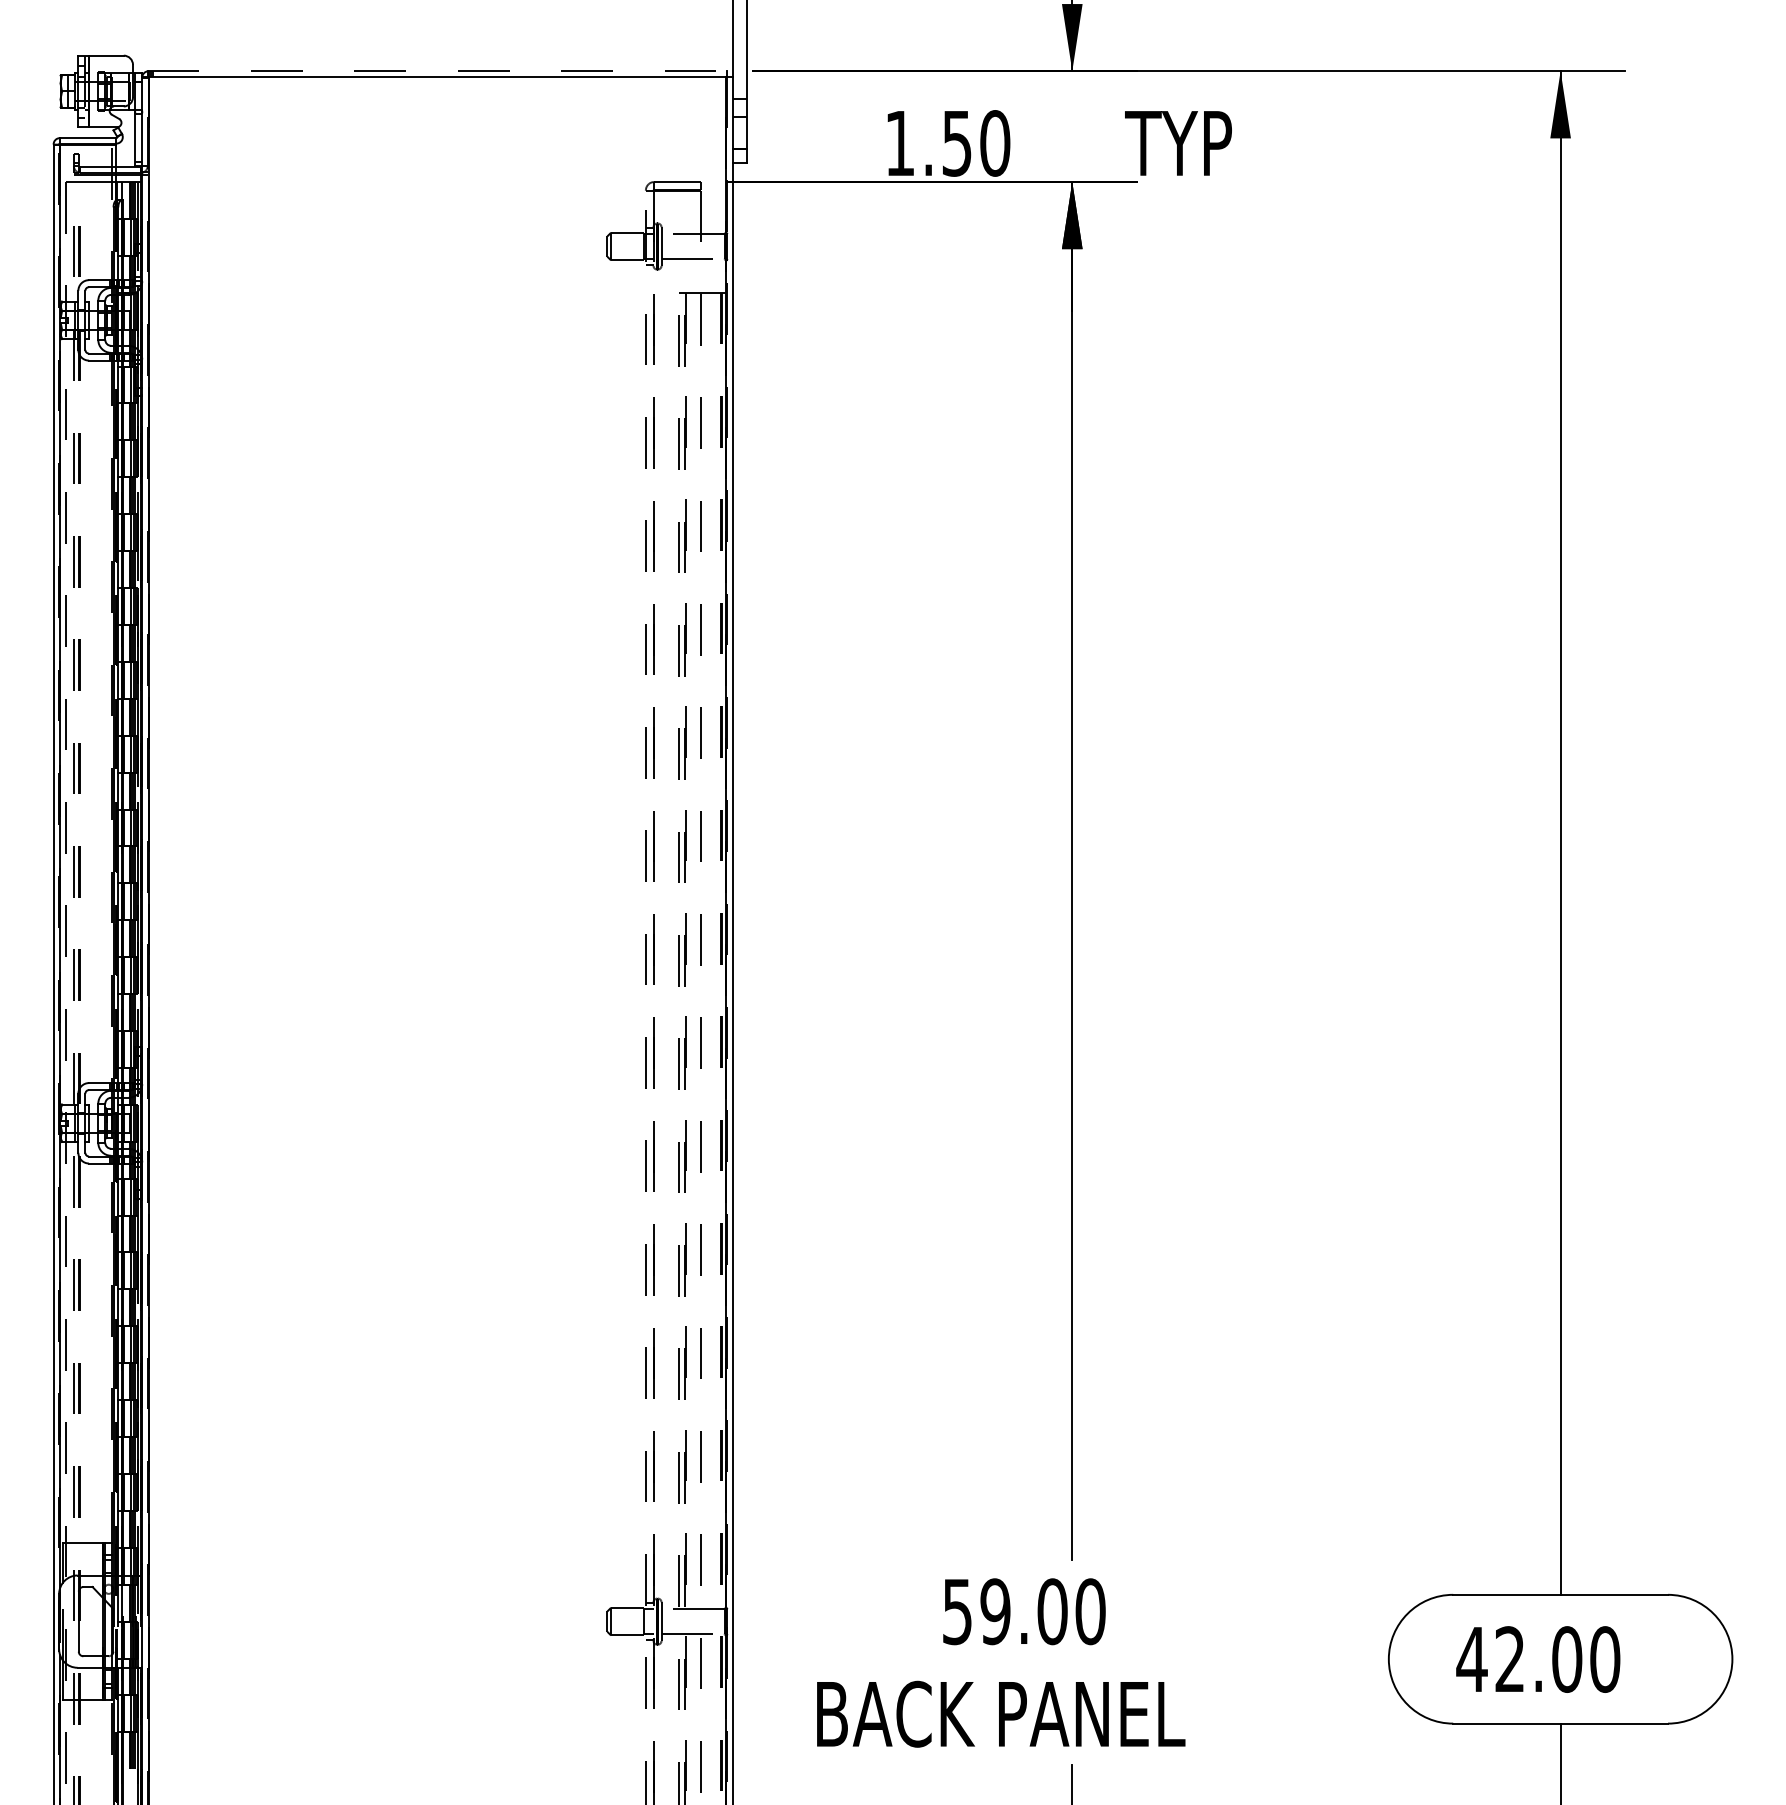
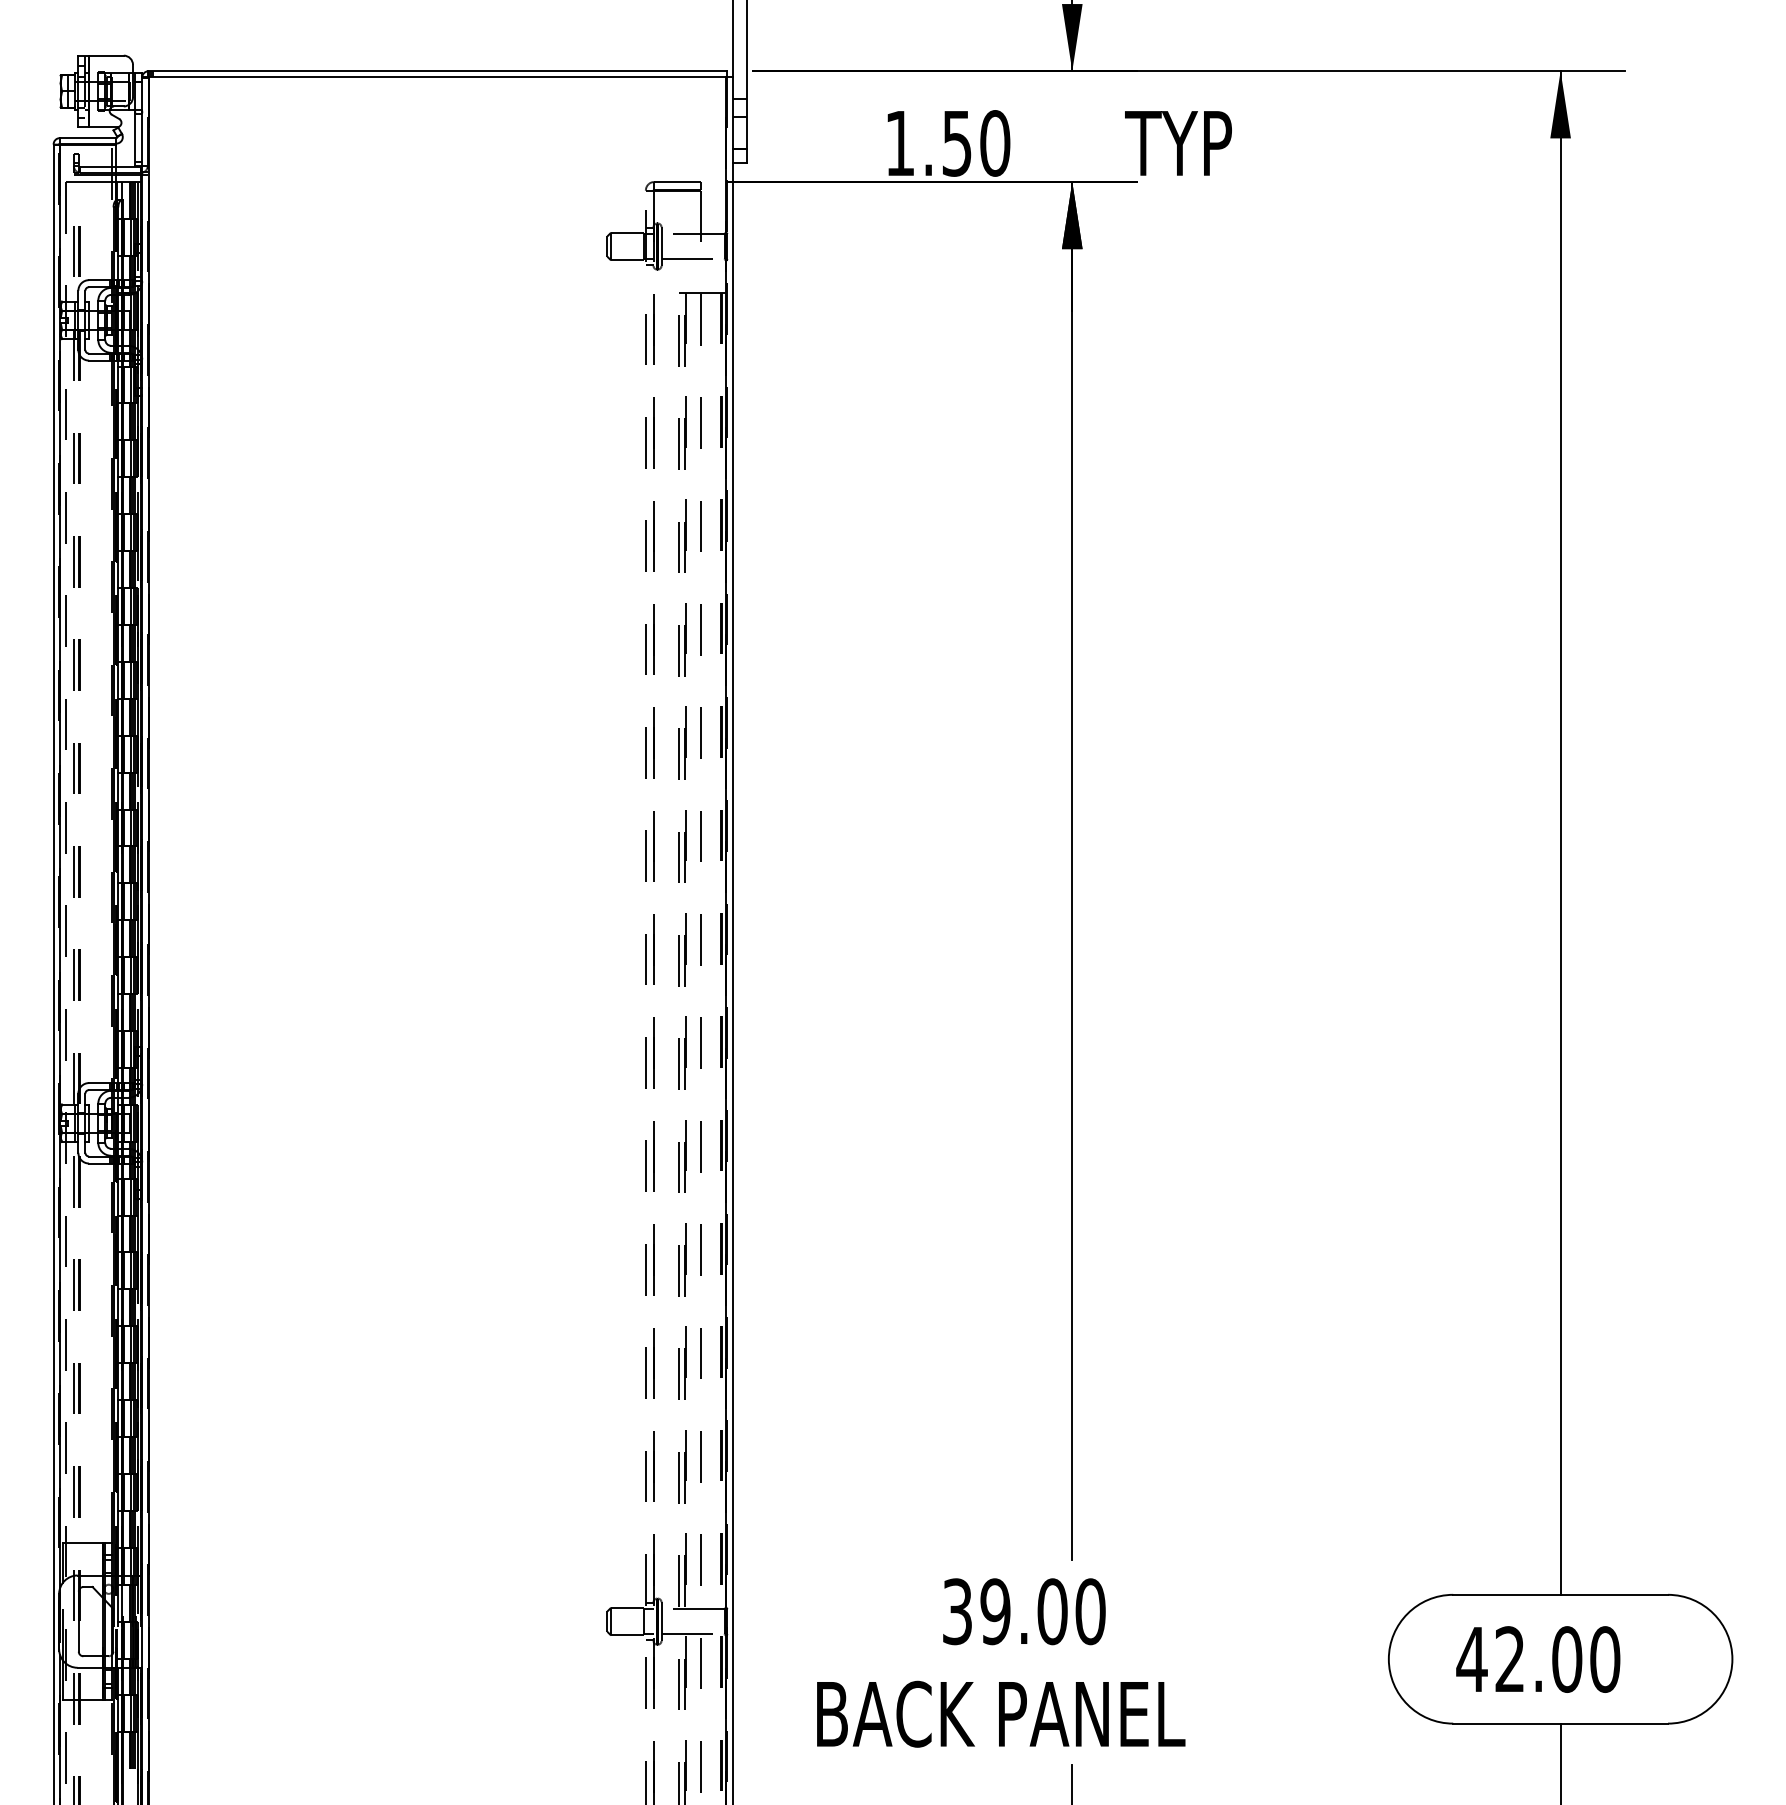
line at (437, 71): dashed -> solid
text at (957, 1611): 59.00 -> 39.00
